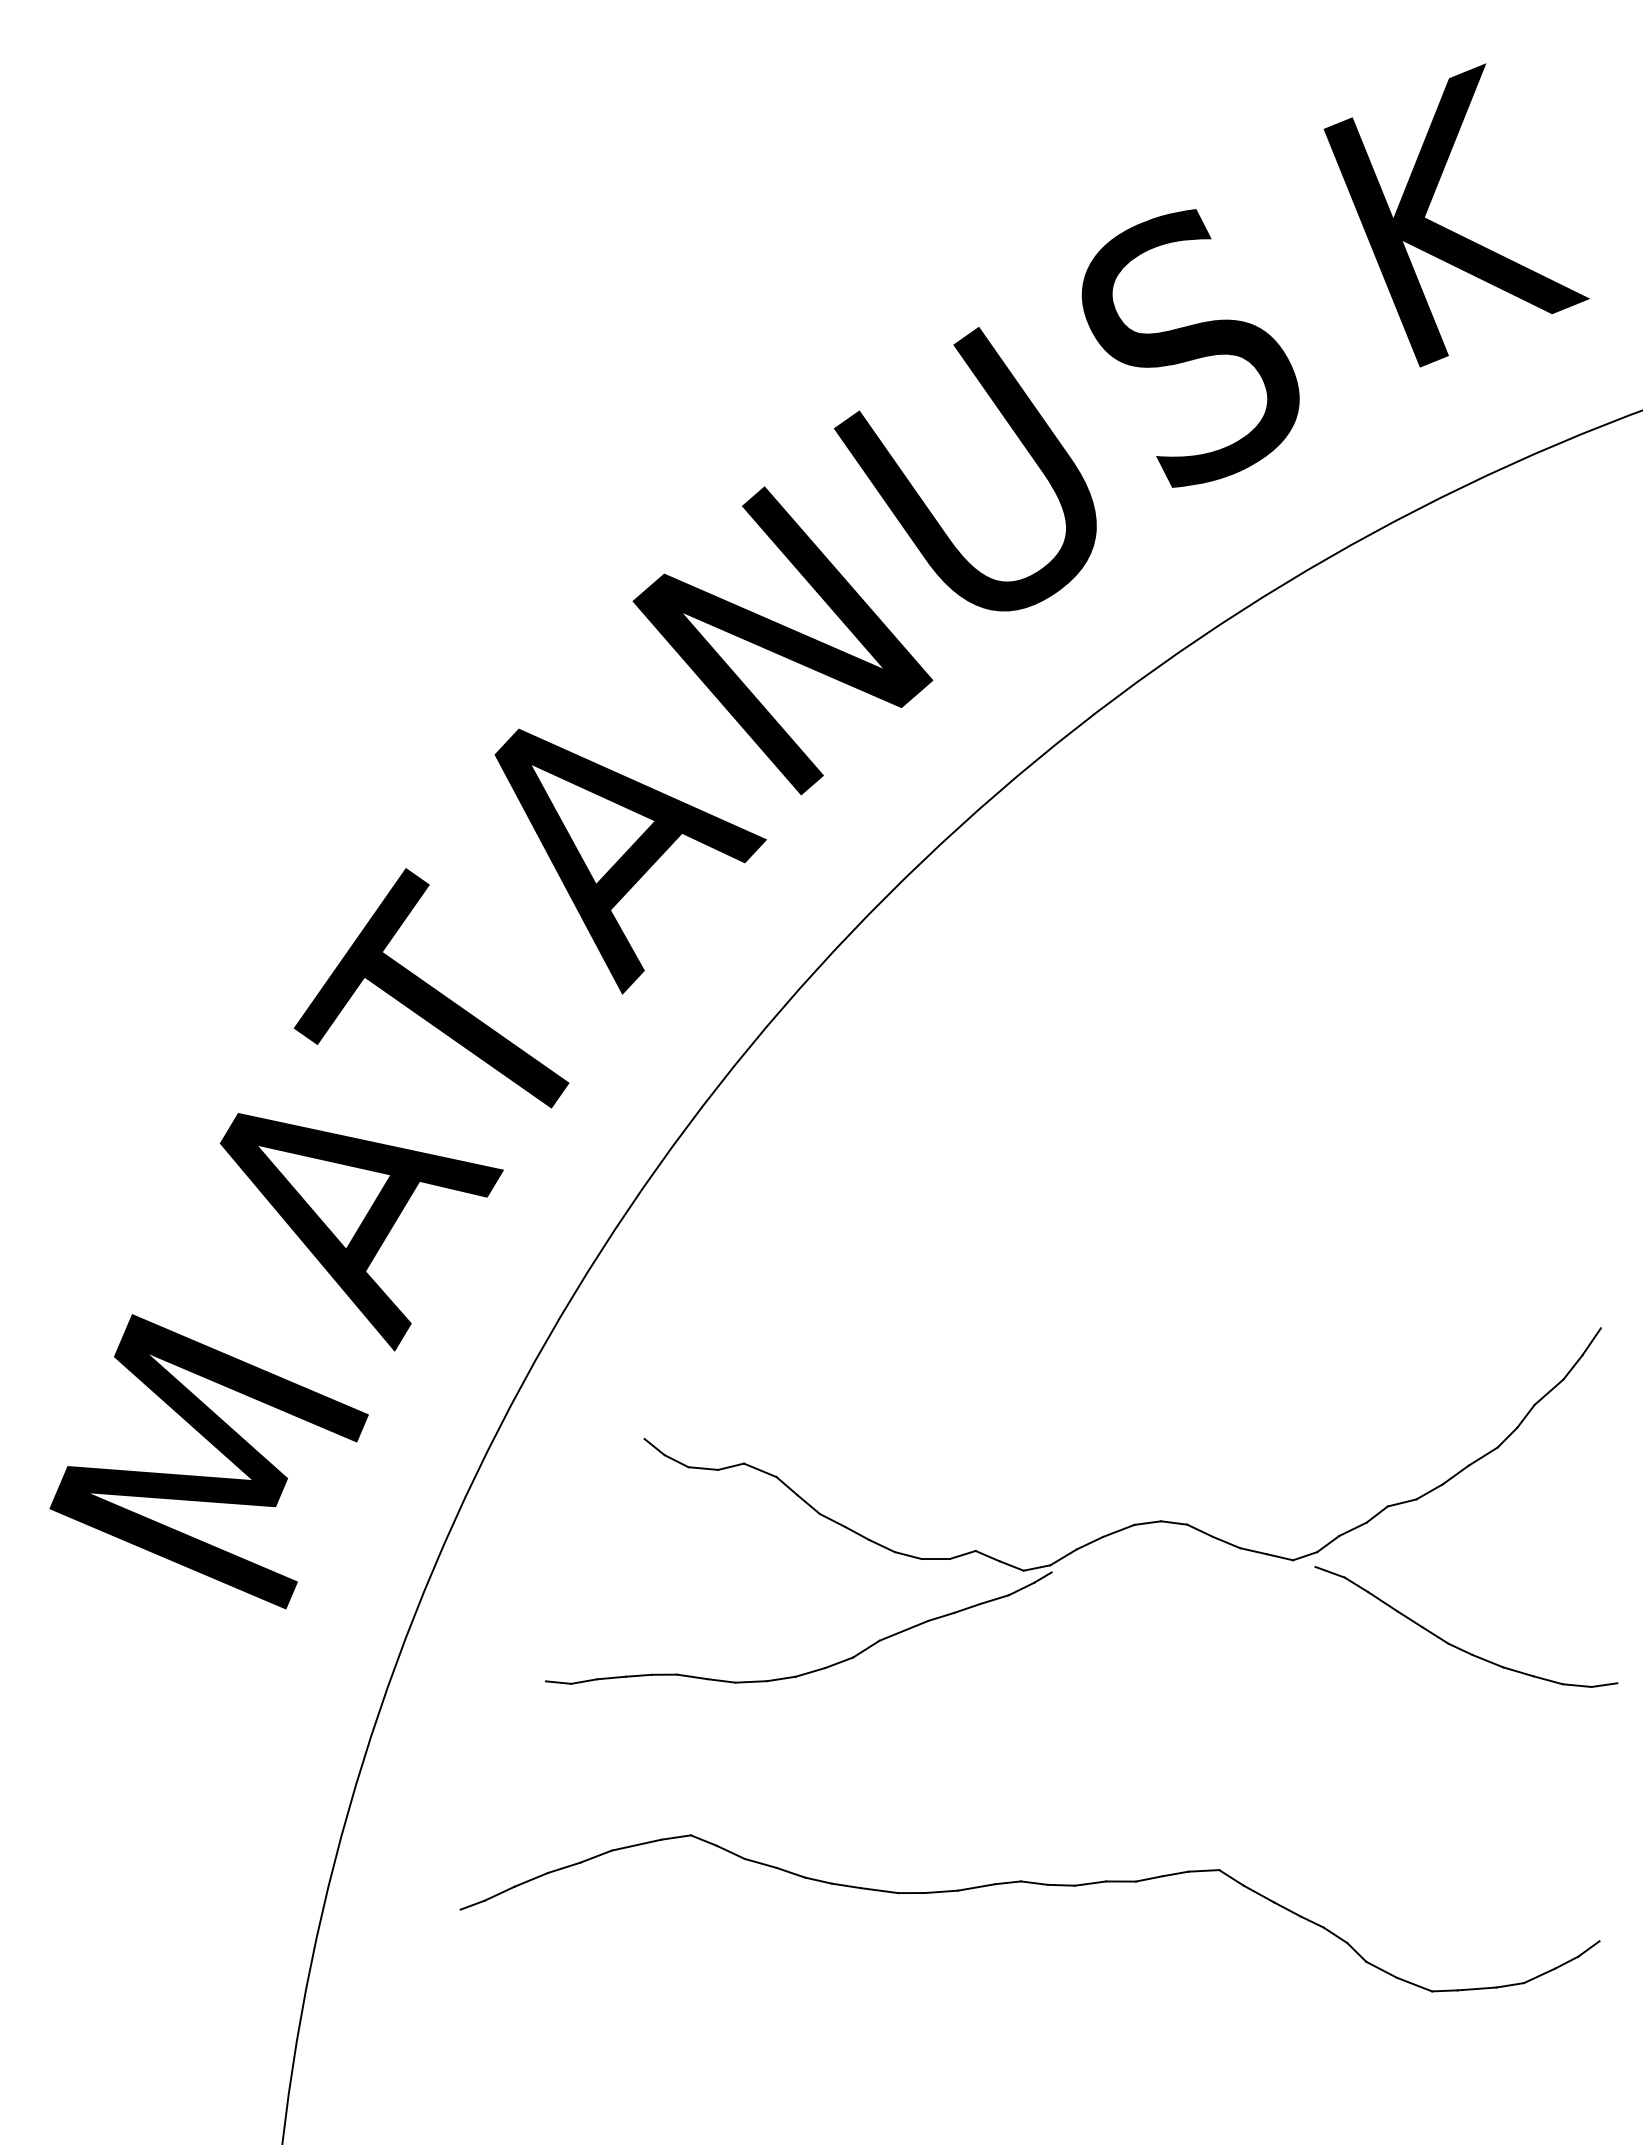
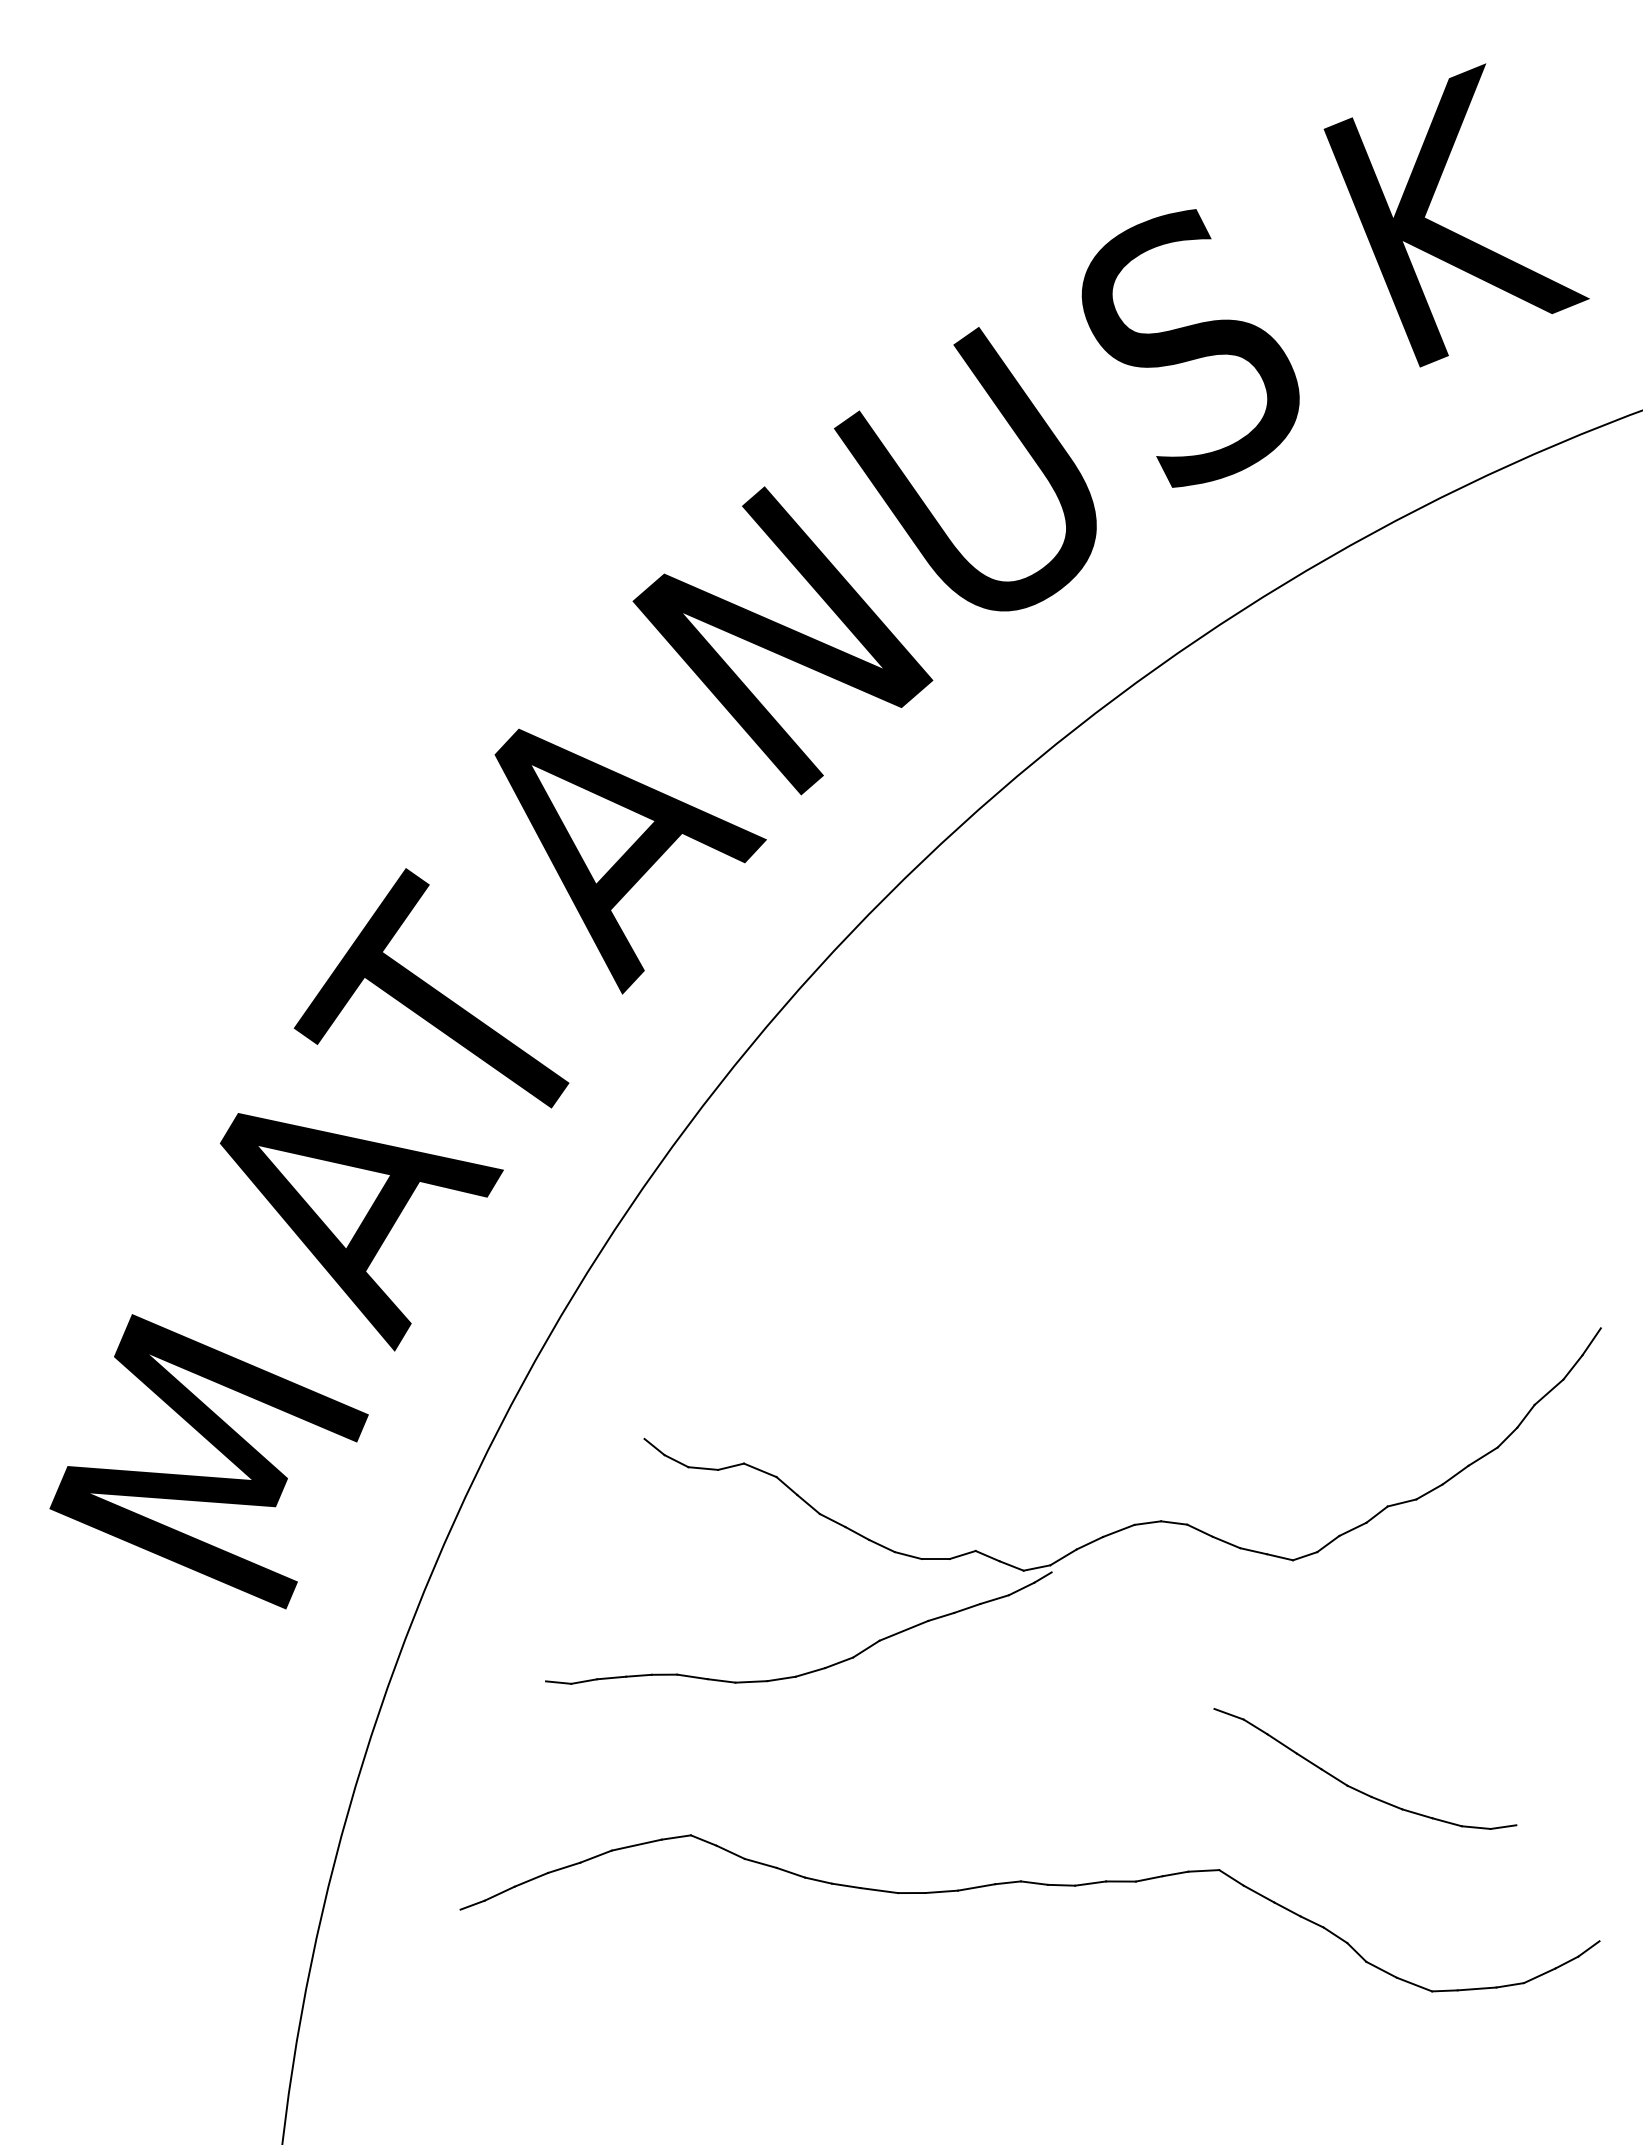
part at (1457, 1646) position: (1457, 1646) -> (1356, 1788)
